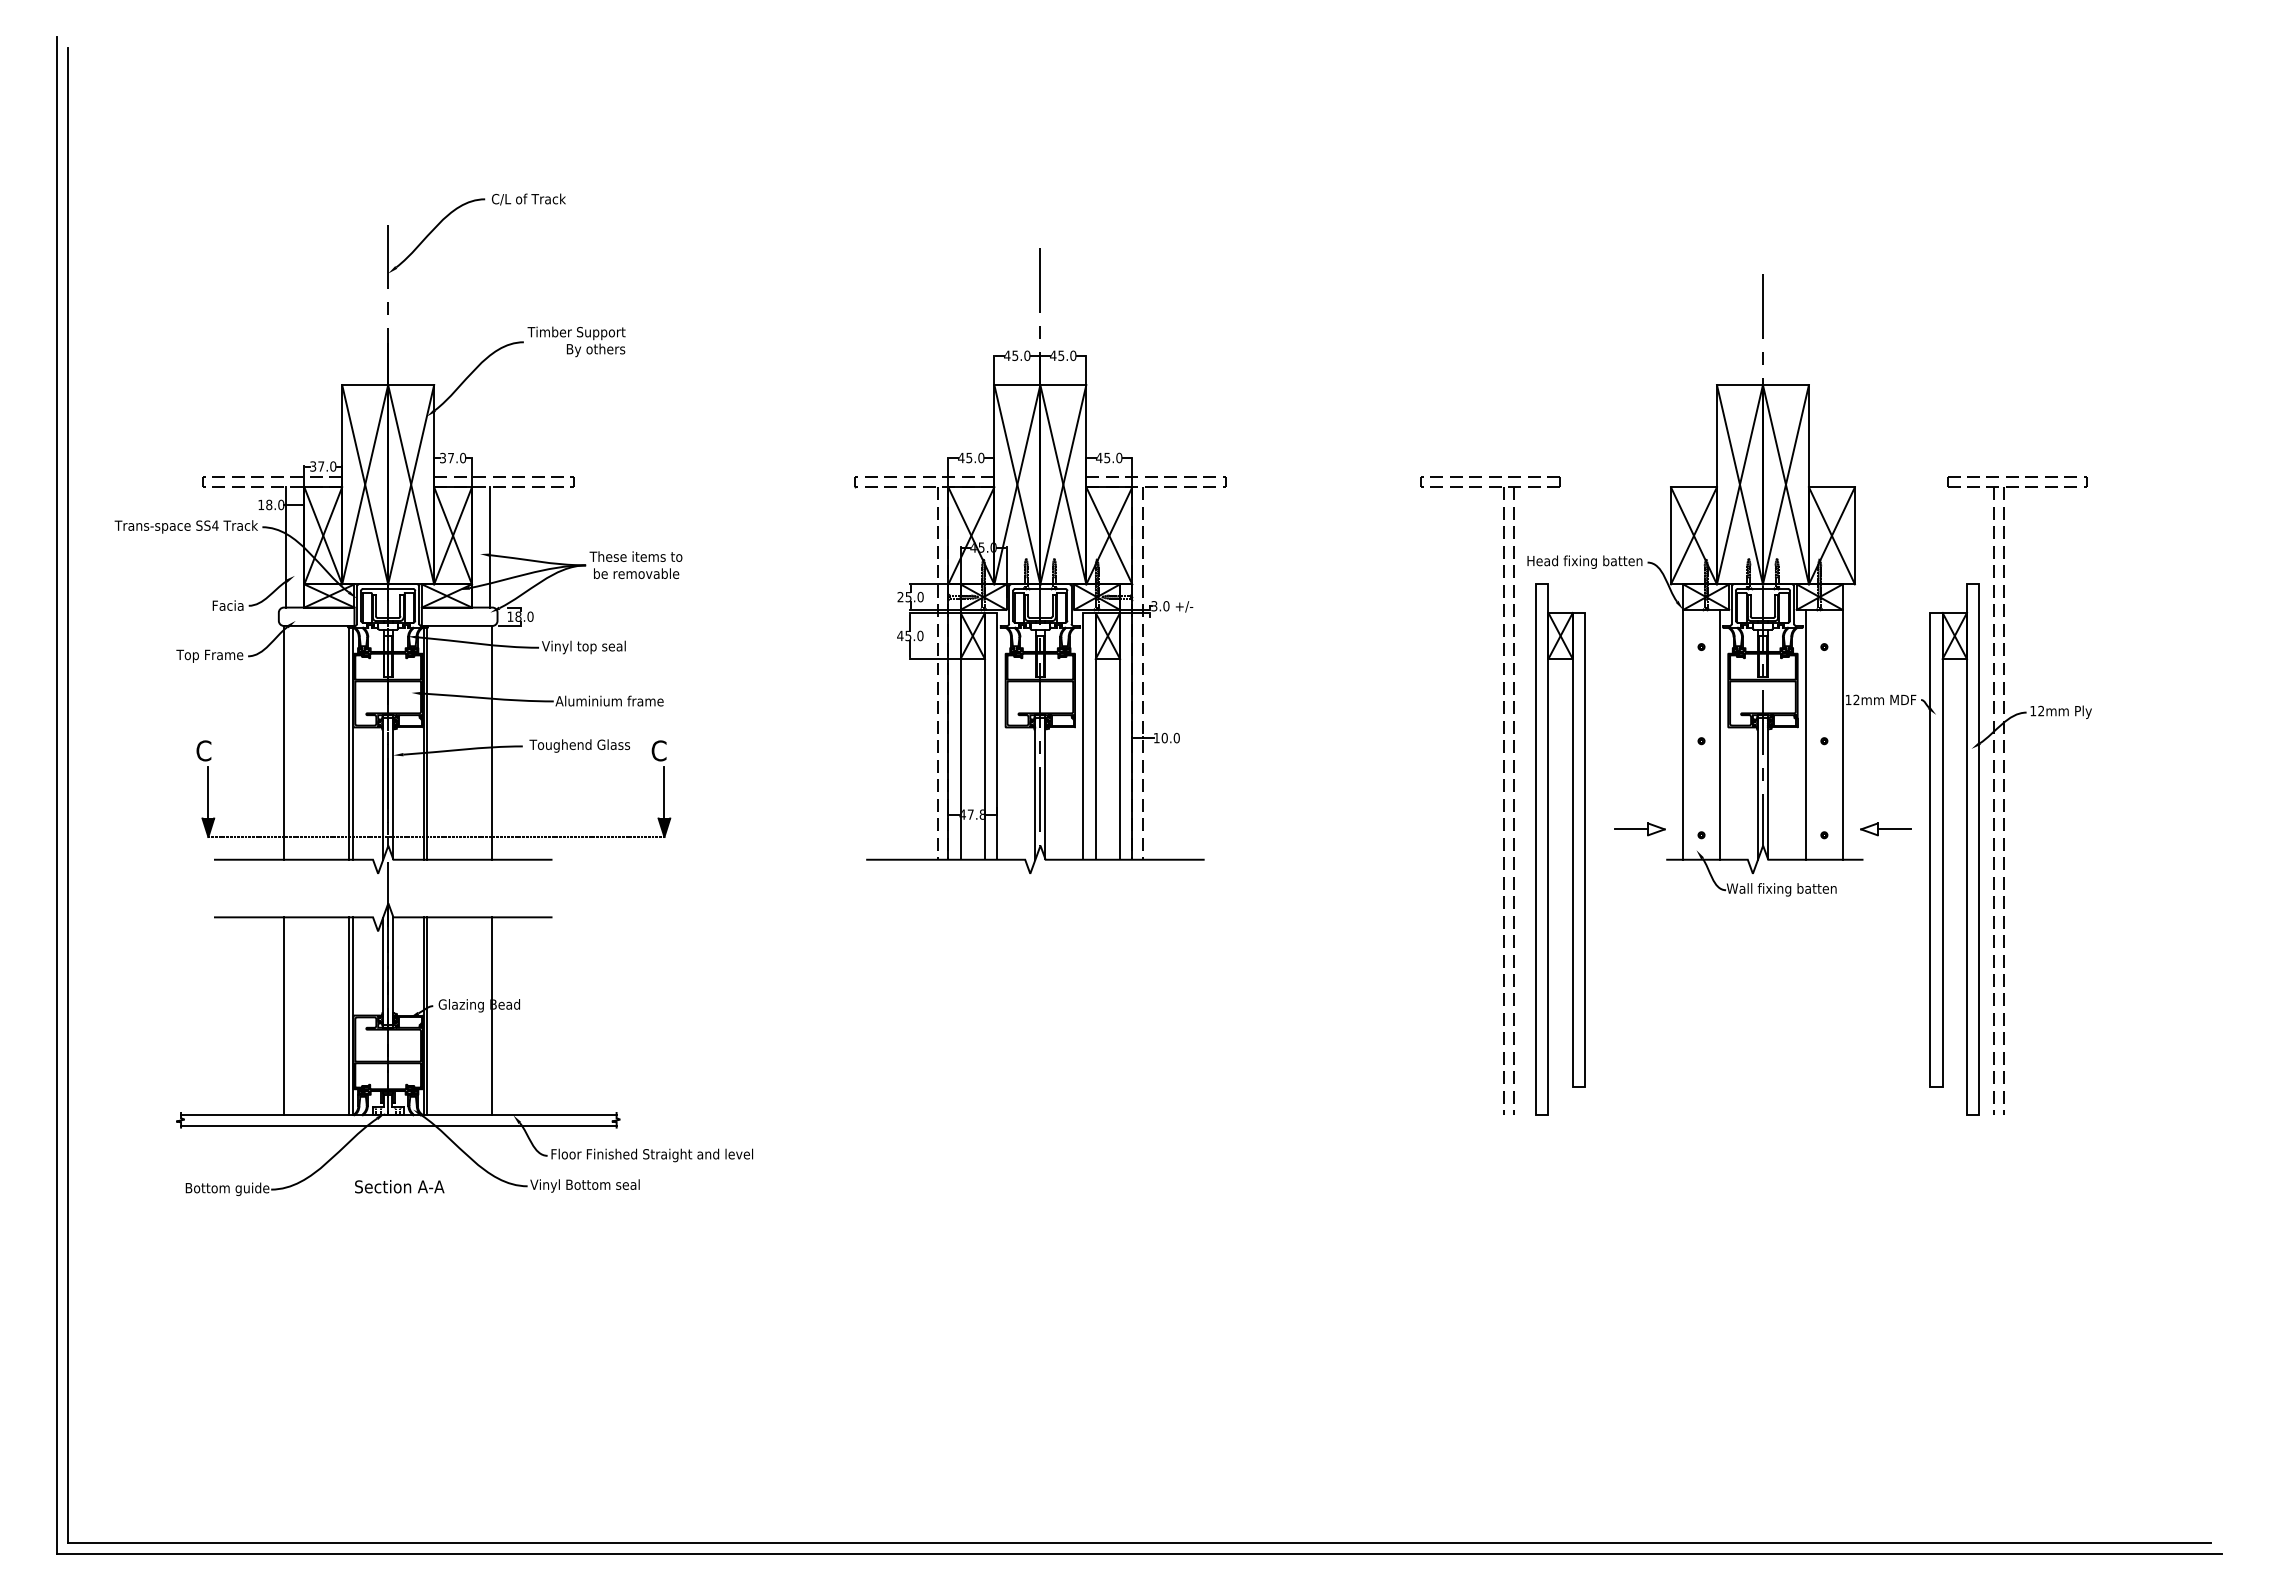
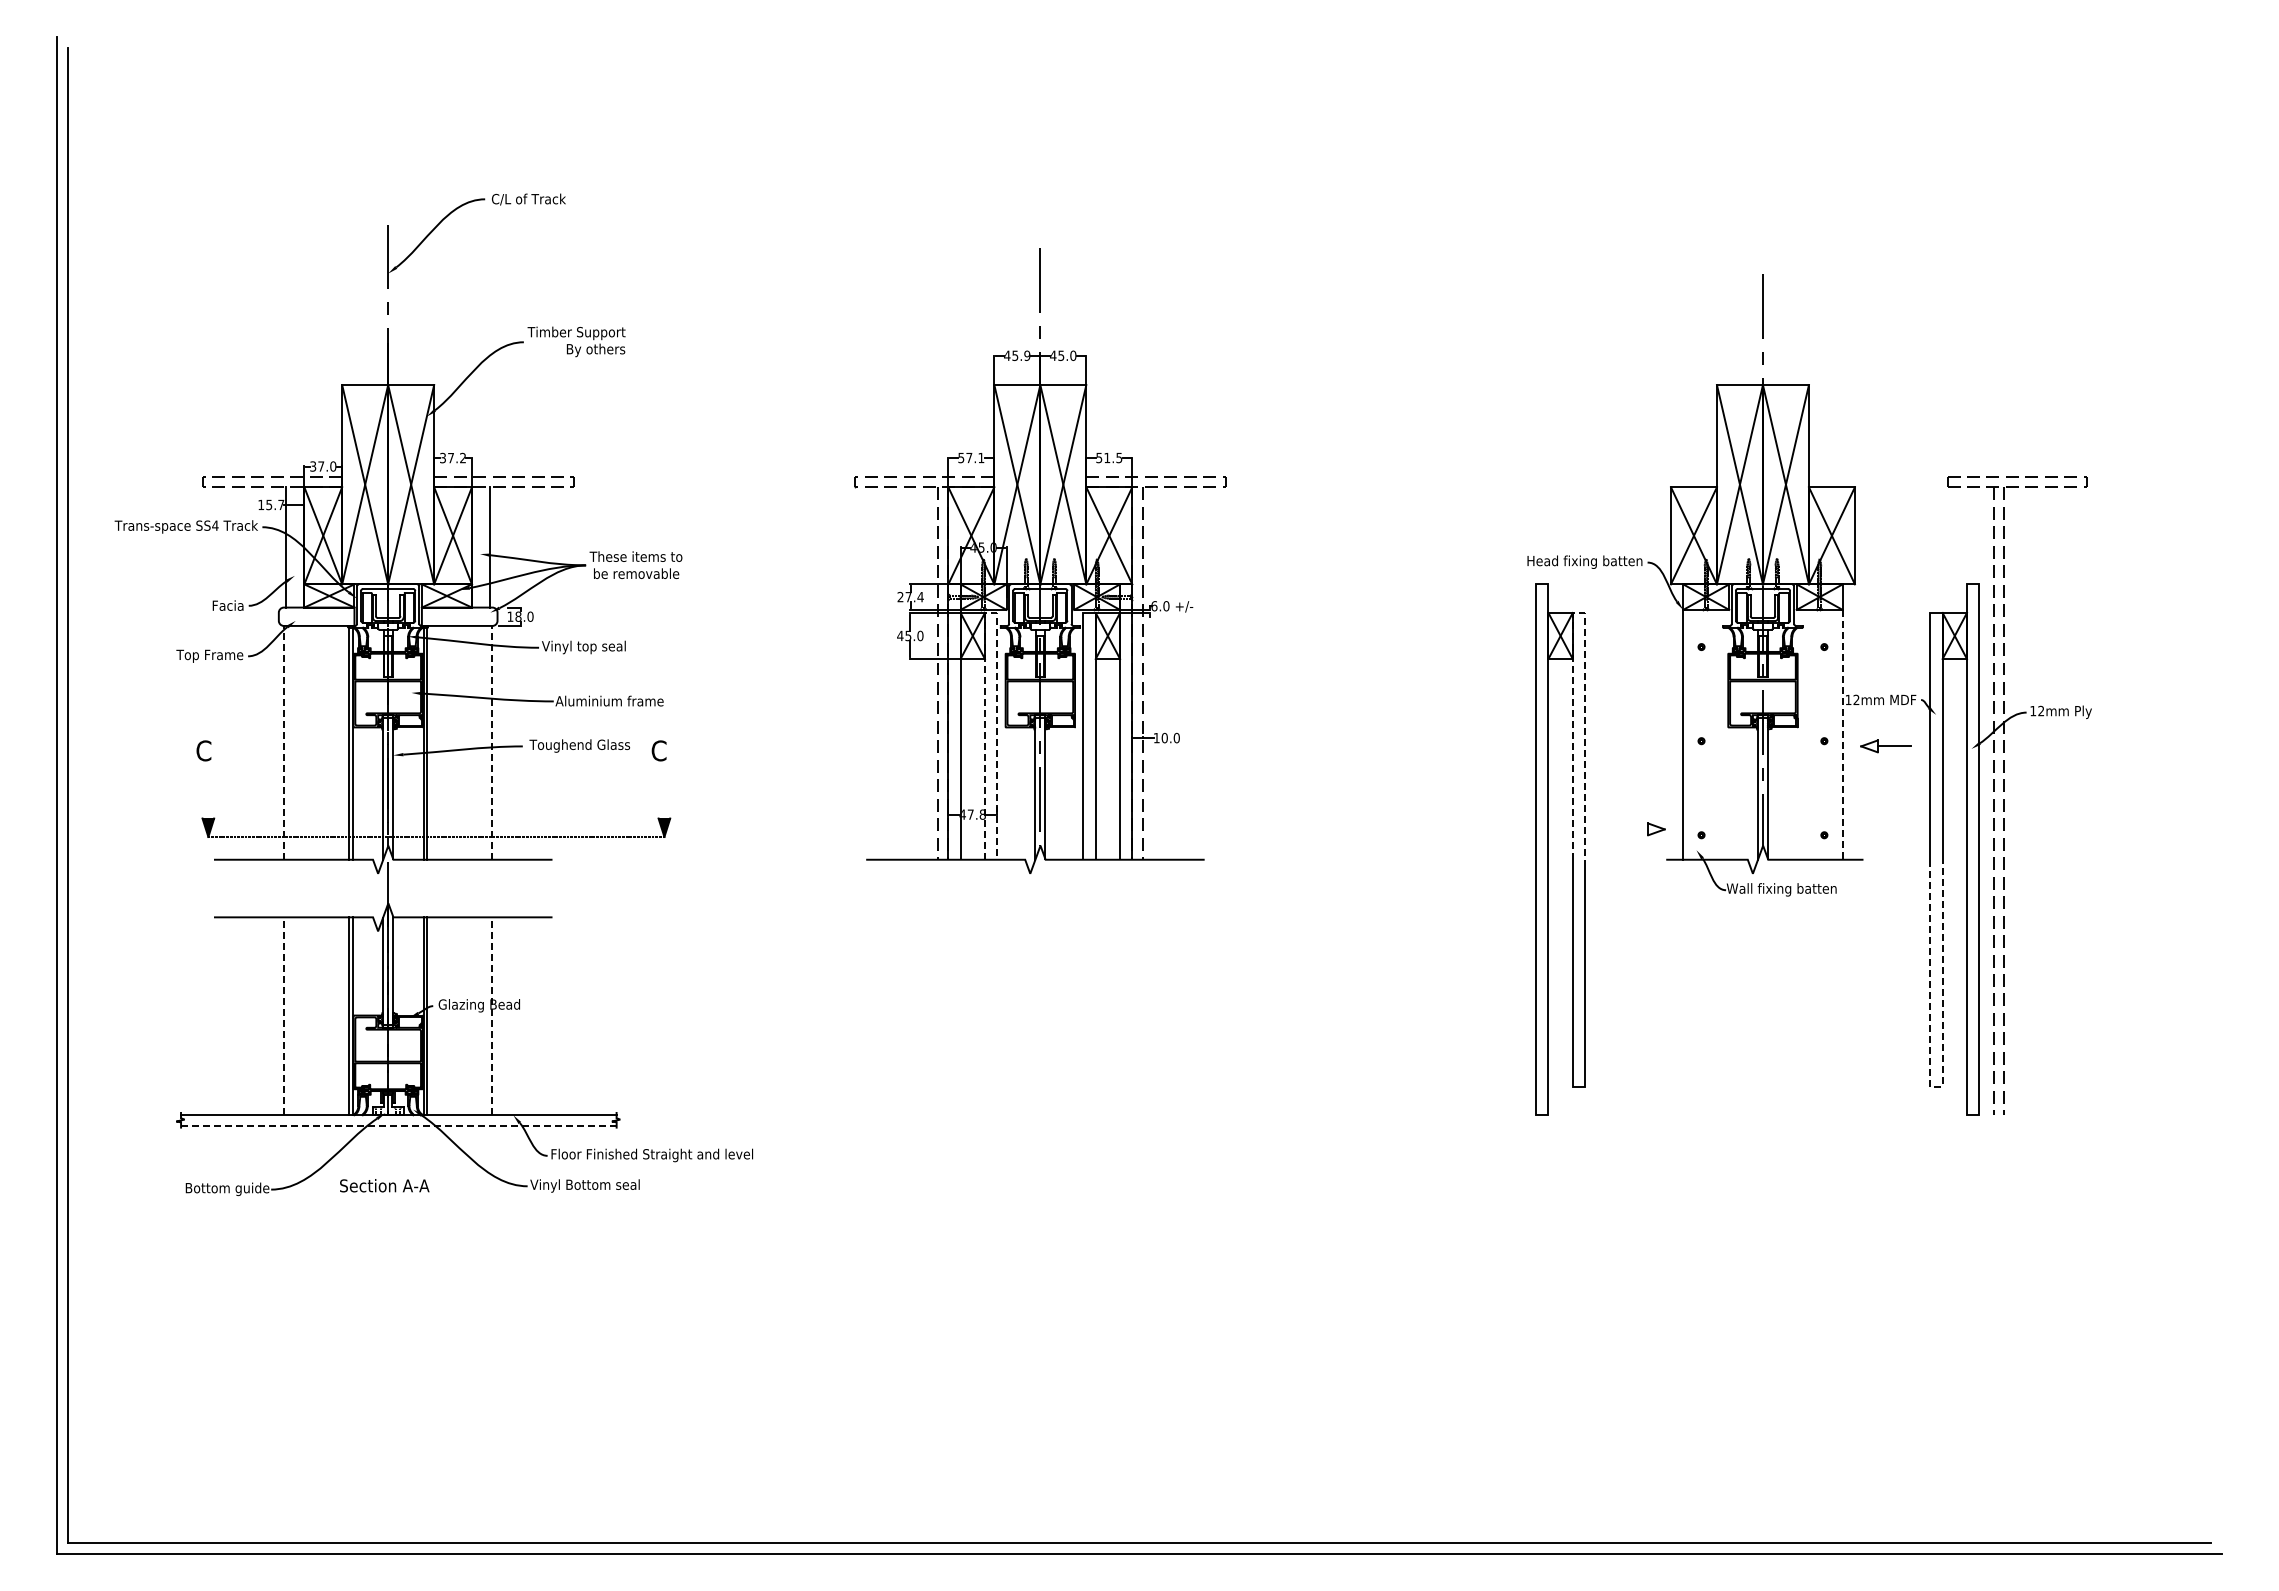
text at (1027, 355): 45.0 -> 45.9
text at (971, 457): 45.0 -> 57.1
text at (1109, 457): 45.0 -> 51.5
text at (463, 458): 37.0 -> 37.2
text at (275, 504): 18.0 -> 15.7
text at (914, 596): 25.0 -> 27.4
text at (1154, 606): 3.0 -> 6.0
line at (991, 612): solid -> dashed
line at (1579, 612): solid -> dashed
line at (1719, 734): present -> none
line at (1806, 734): present -> none
line at (1842, 734): solid -> dashed
line at (283, 742): solid -> dashed
line at (492, 742): solid -> dashed
part at (1503, 791): present -> none
line at (208, 792): present -> none
line at (664, 792): present -> none
line at (1631, 829): present -> none
part at (1885, 829) position: (1885, 829) -> (1885, 746)
line at (283, 1016): solid -> dashed
line at (492, 1016): solid -> dashed
line at (1937, 1086): solid -> dashed
line at (398, 1125): solid -> dashed
text at (399, 1186) position: (399, 1186) -> (384, 1185)
